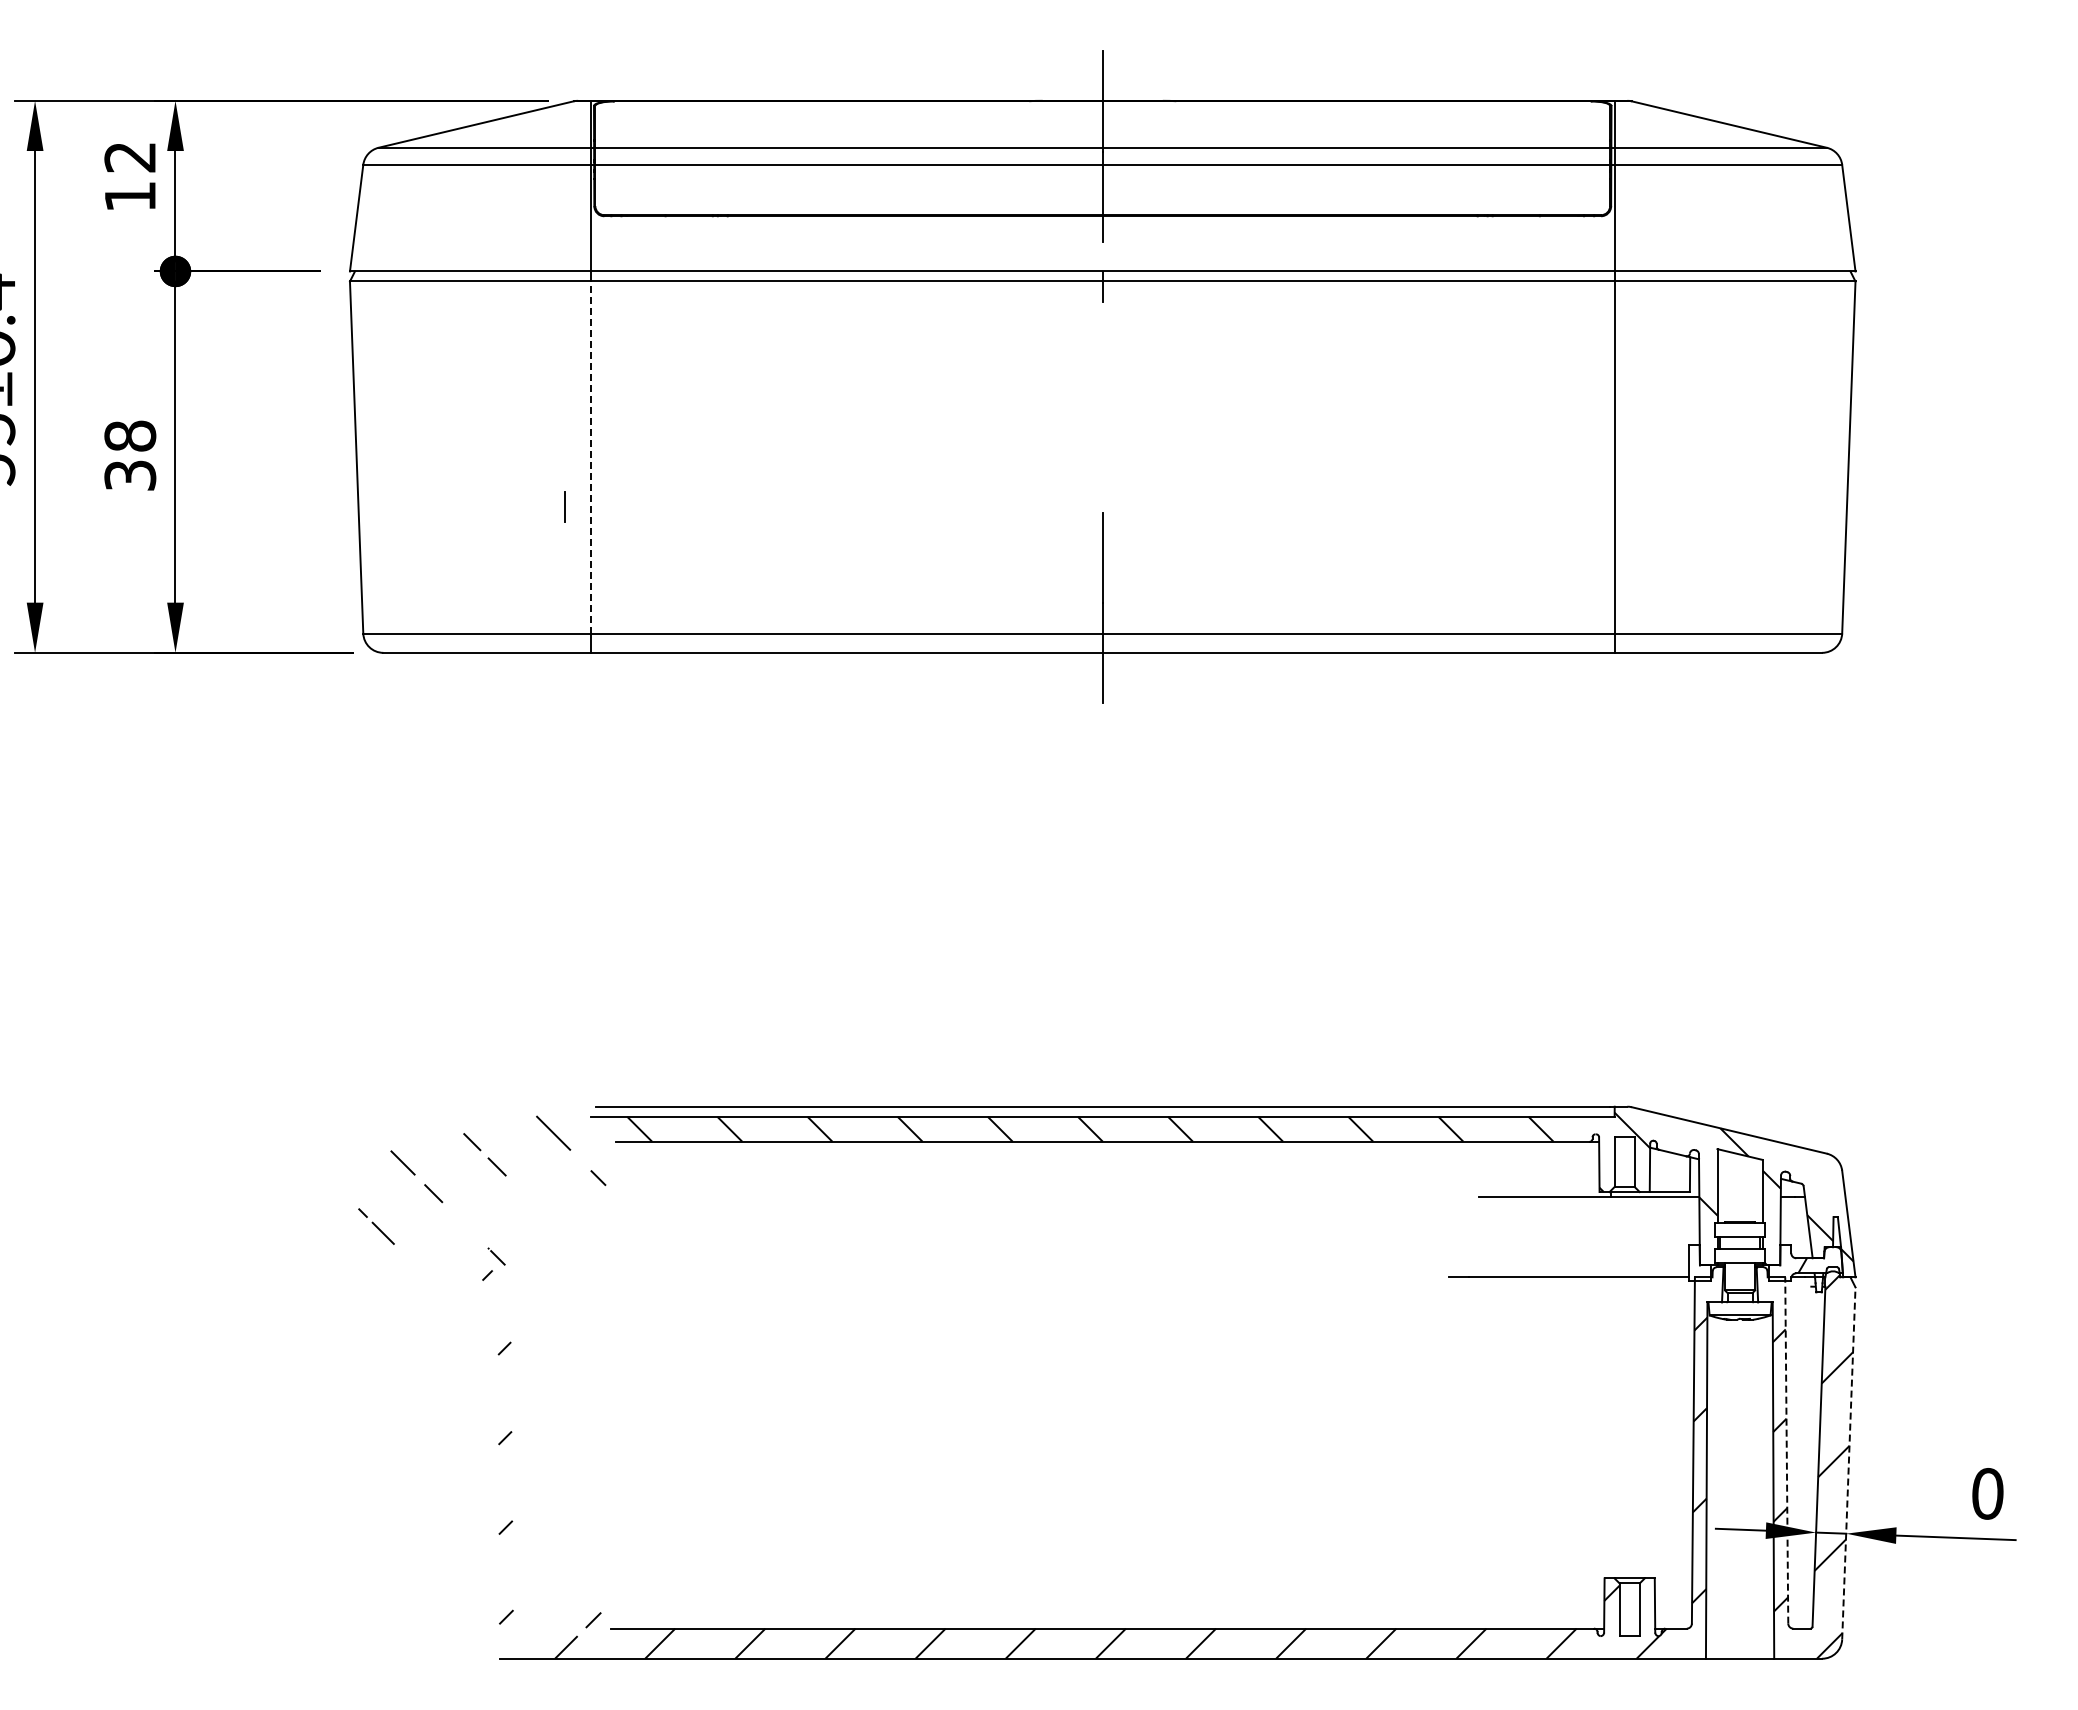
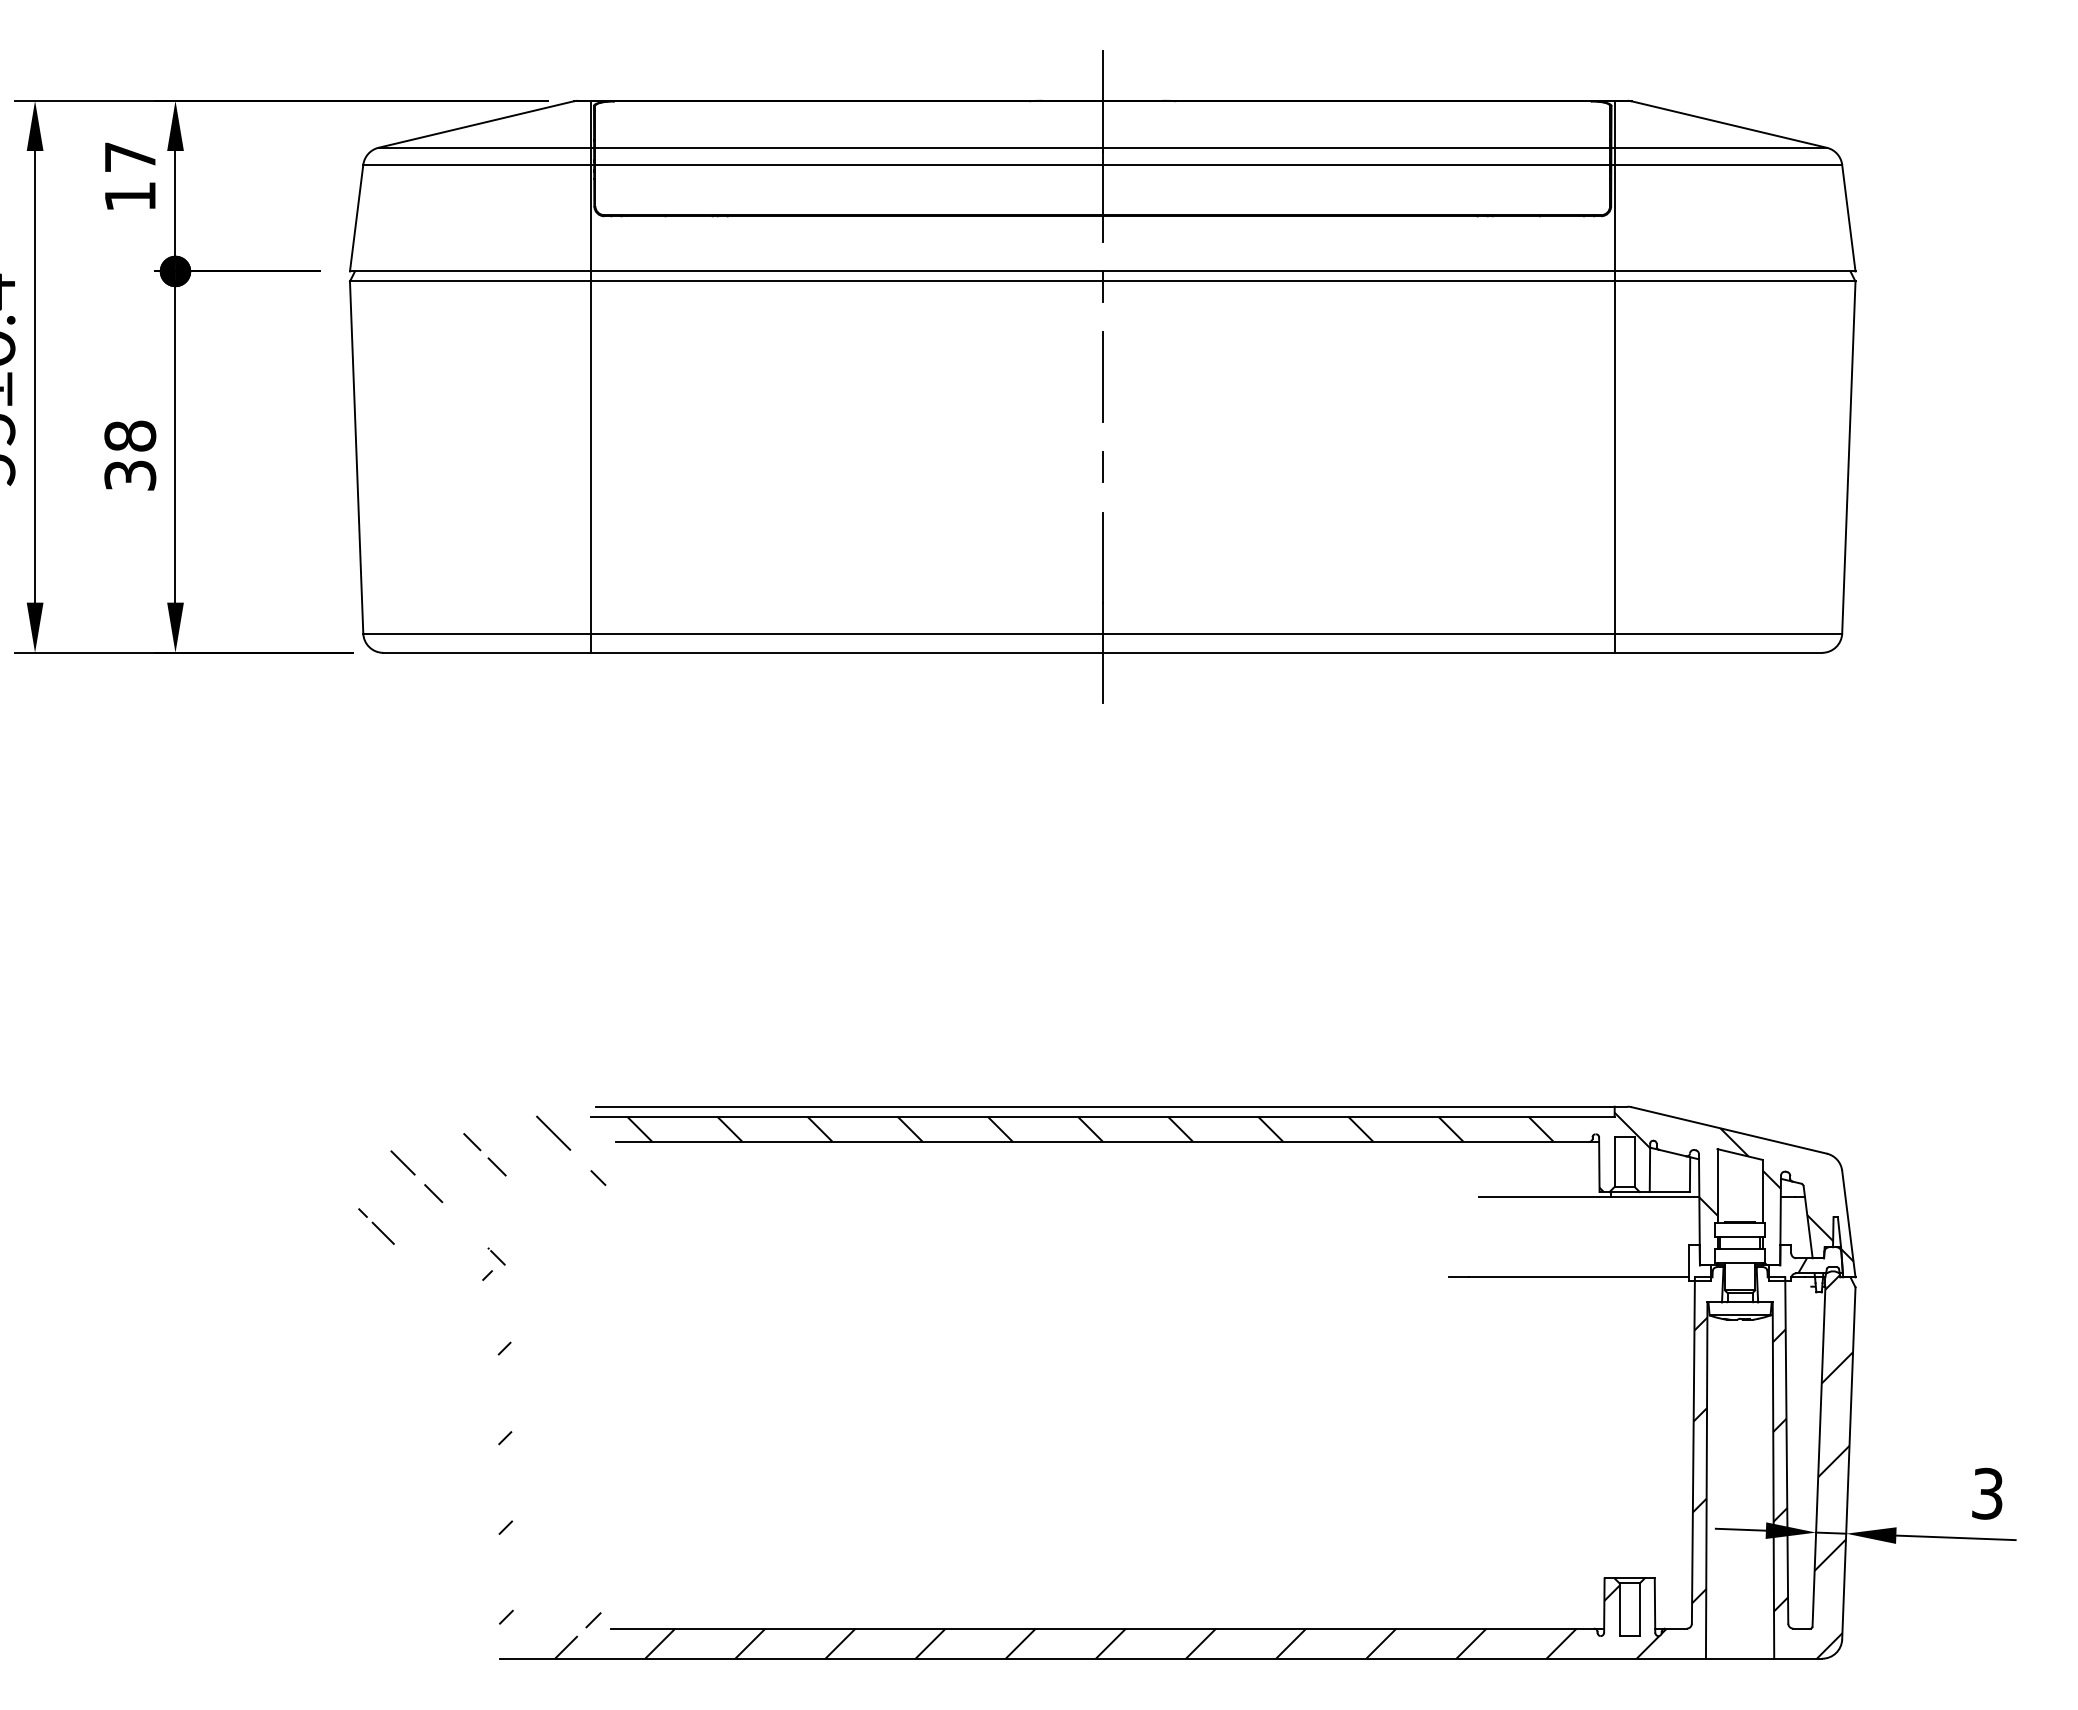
text at (129, 157): 12 -> 17
line at (1102, 376): none -> present
line at (590, 457): dashed -> solid
line at (564, 506) position: (564, 506) -> (1102, 466)
line at (1786, 1450): dashed -> solid
line at (1848, 1462): dashed -> solid
text at (1987, 1493): 0 -> 3
